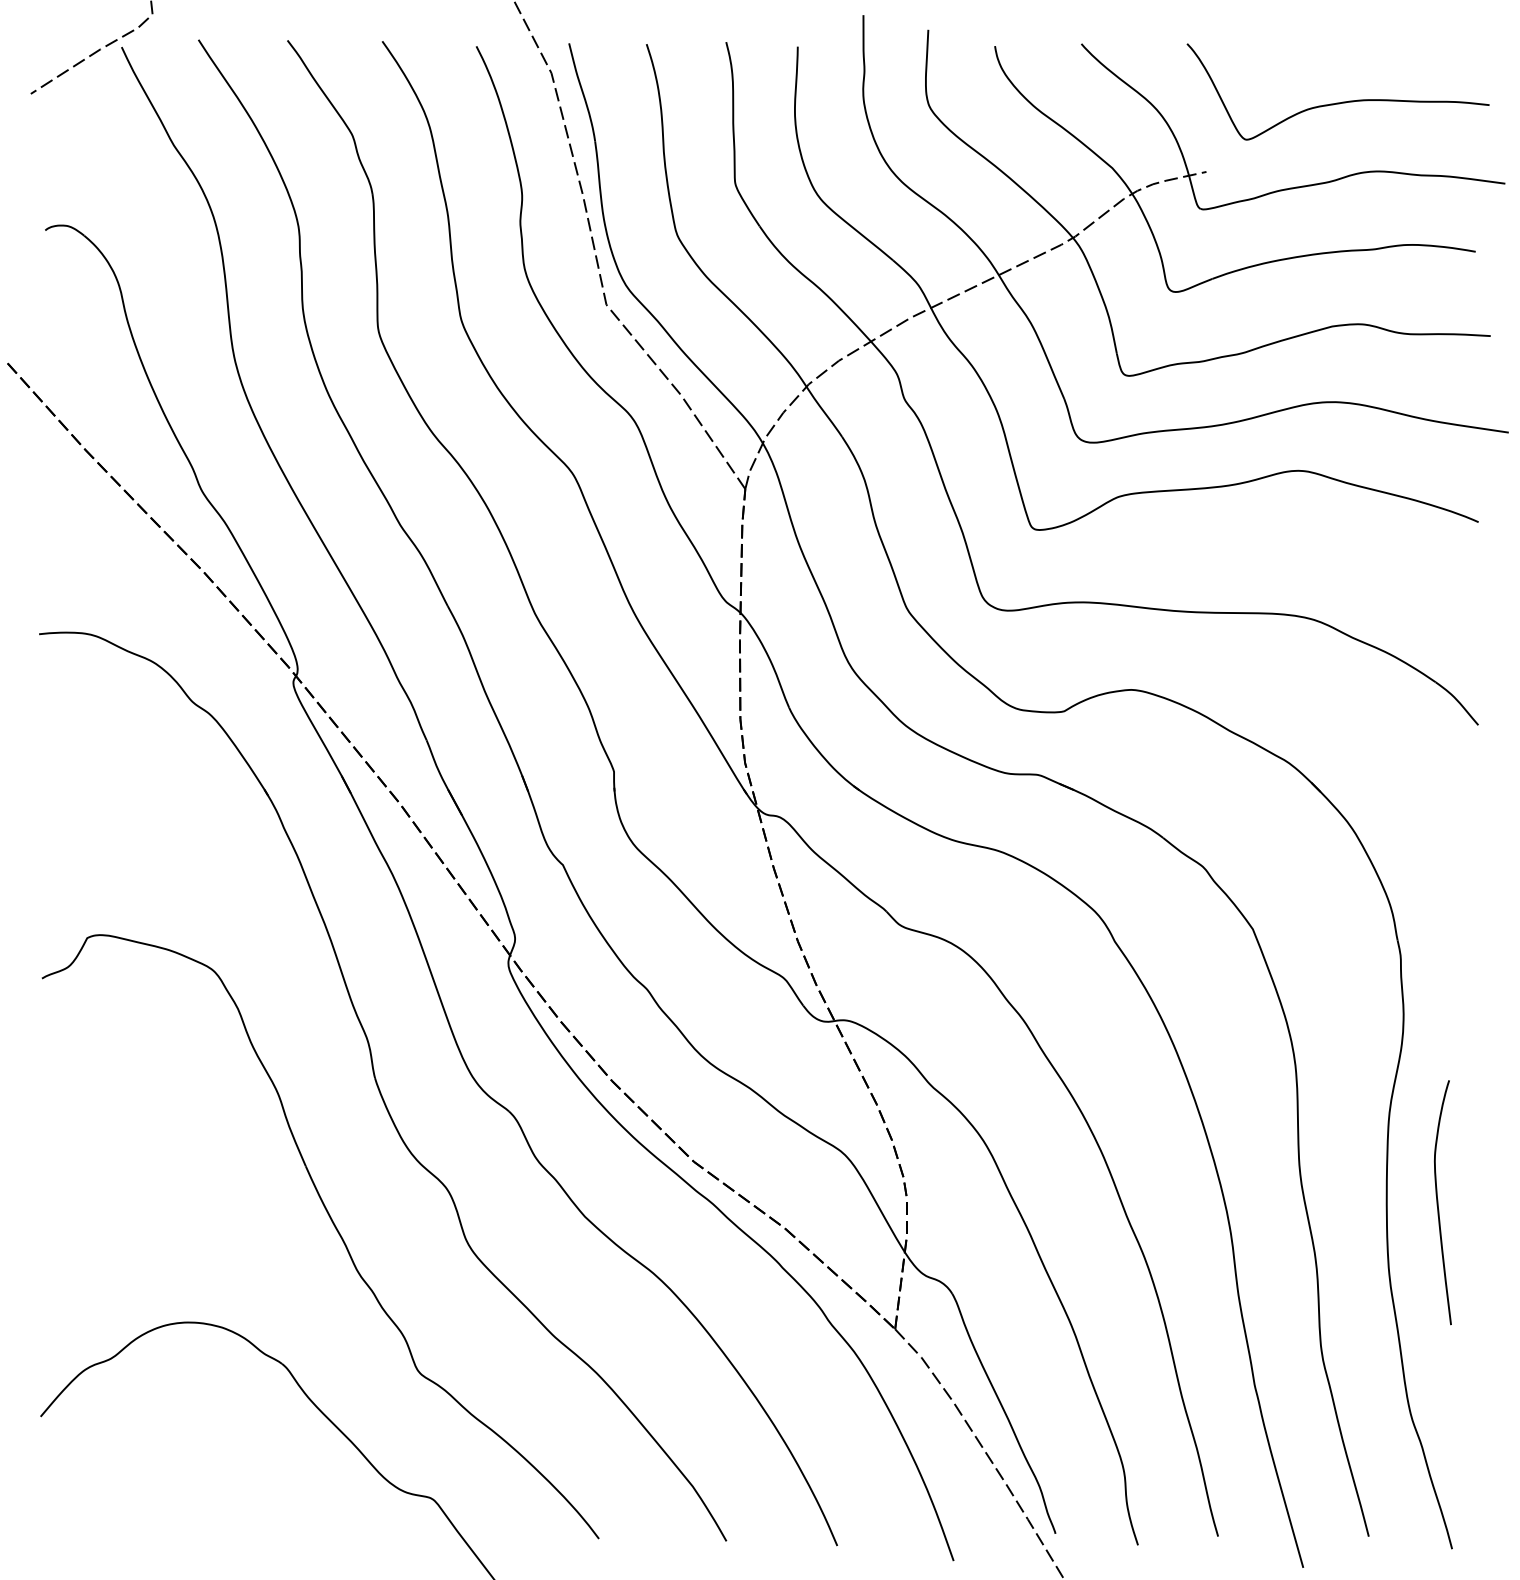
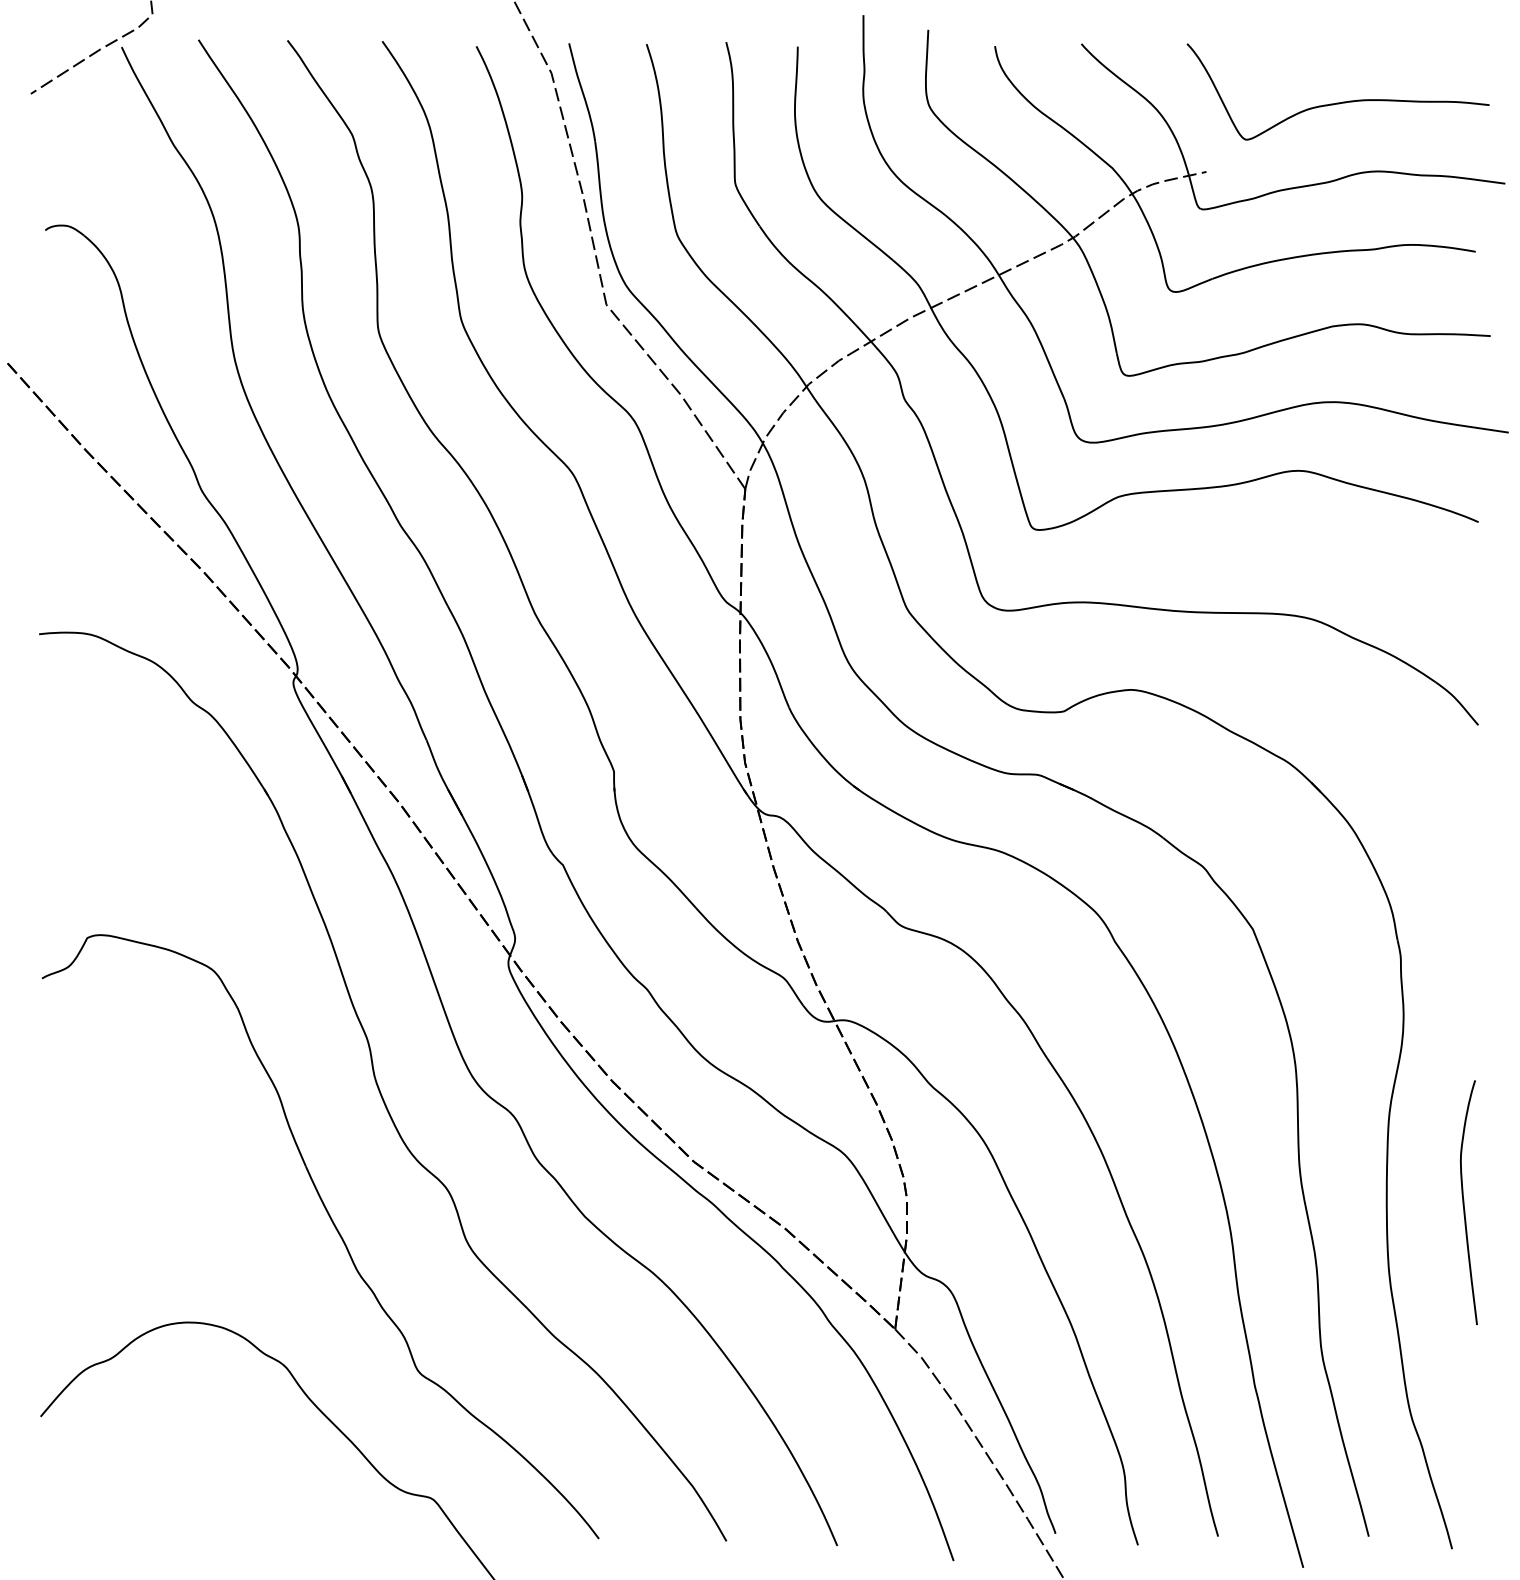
curve at (1438, 1202) position: (1438, 1202) -> (1464, 1202)
